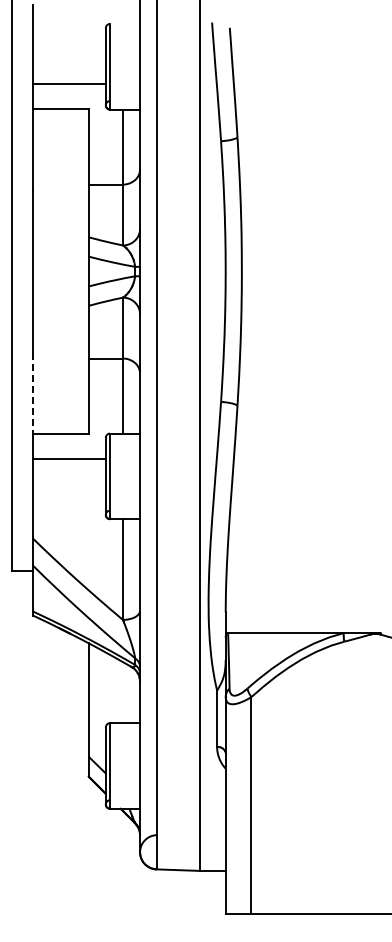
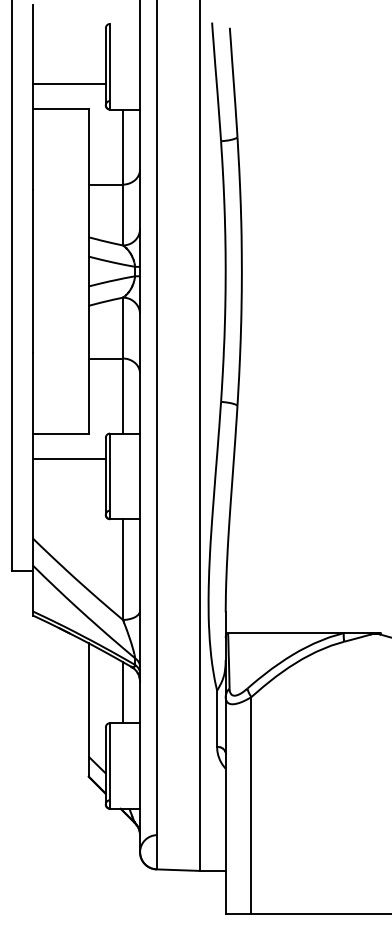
line at (33, 393): dashed -> solid
line at (122, 692): none -> present
